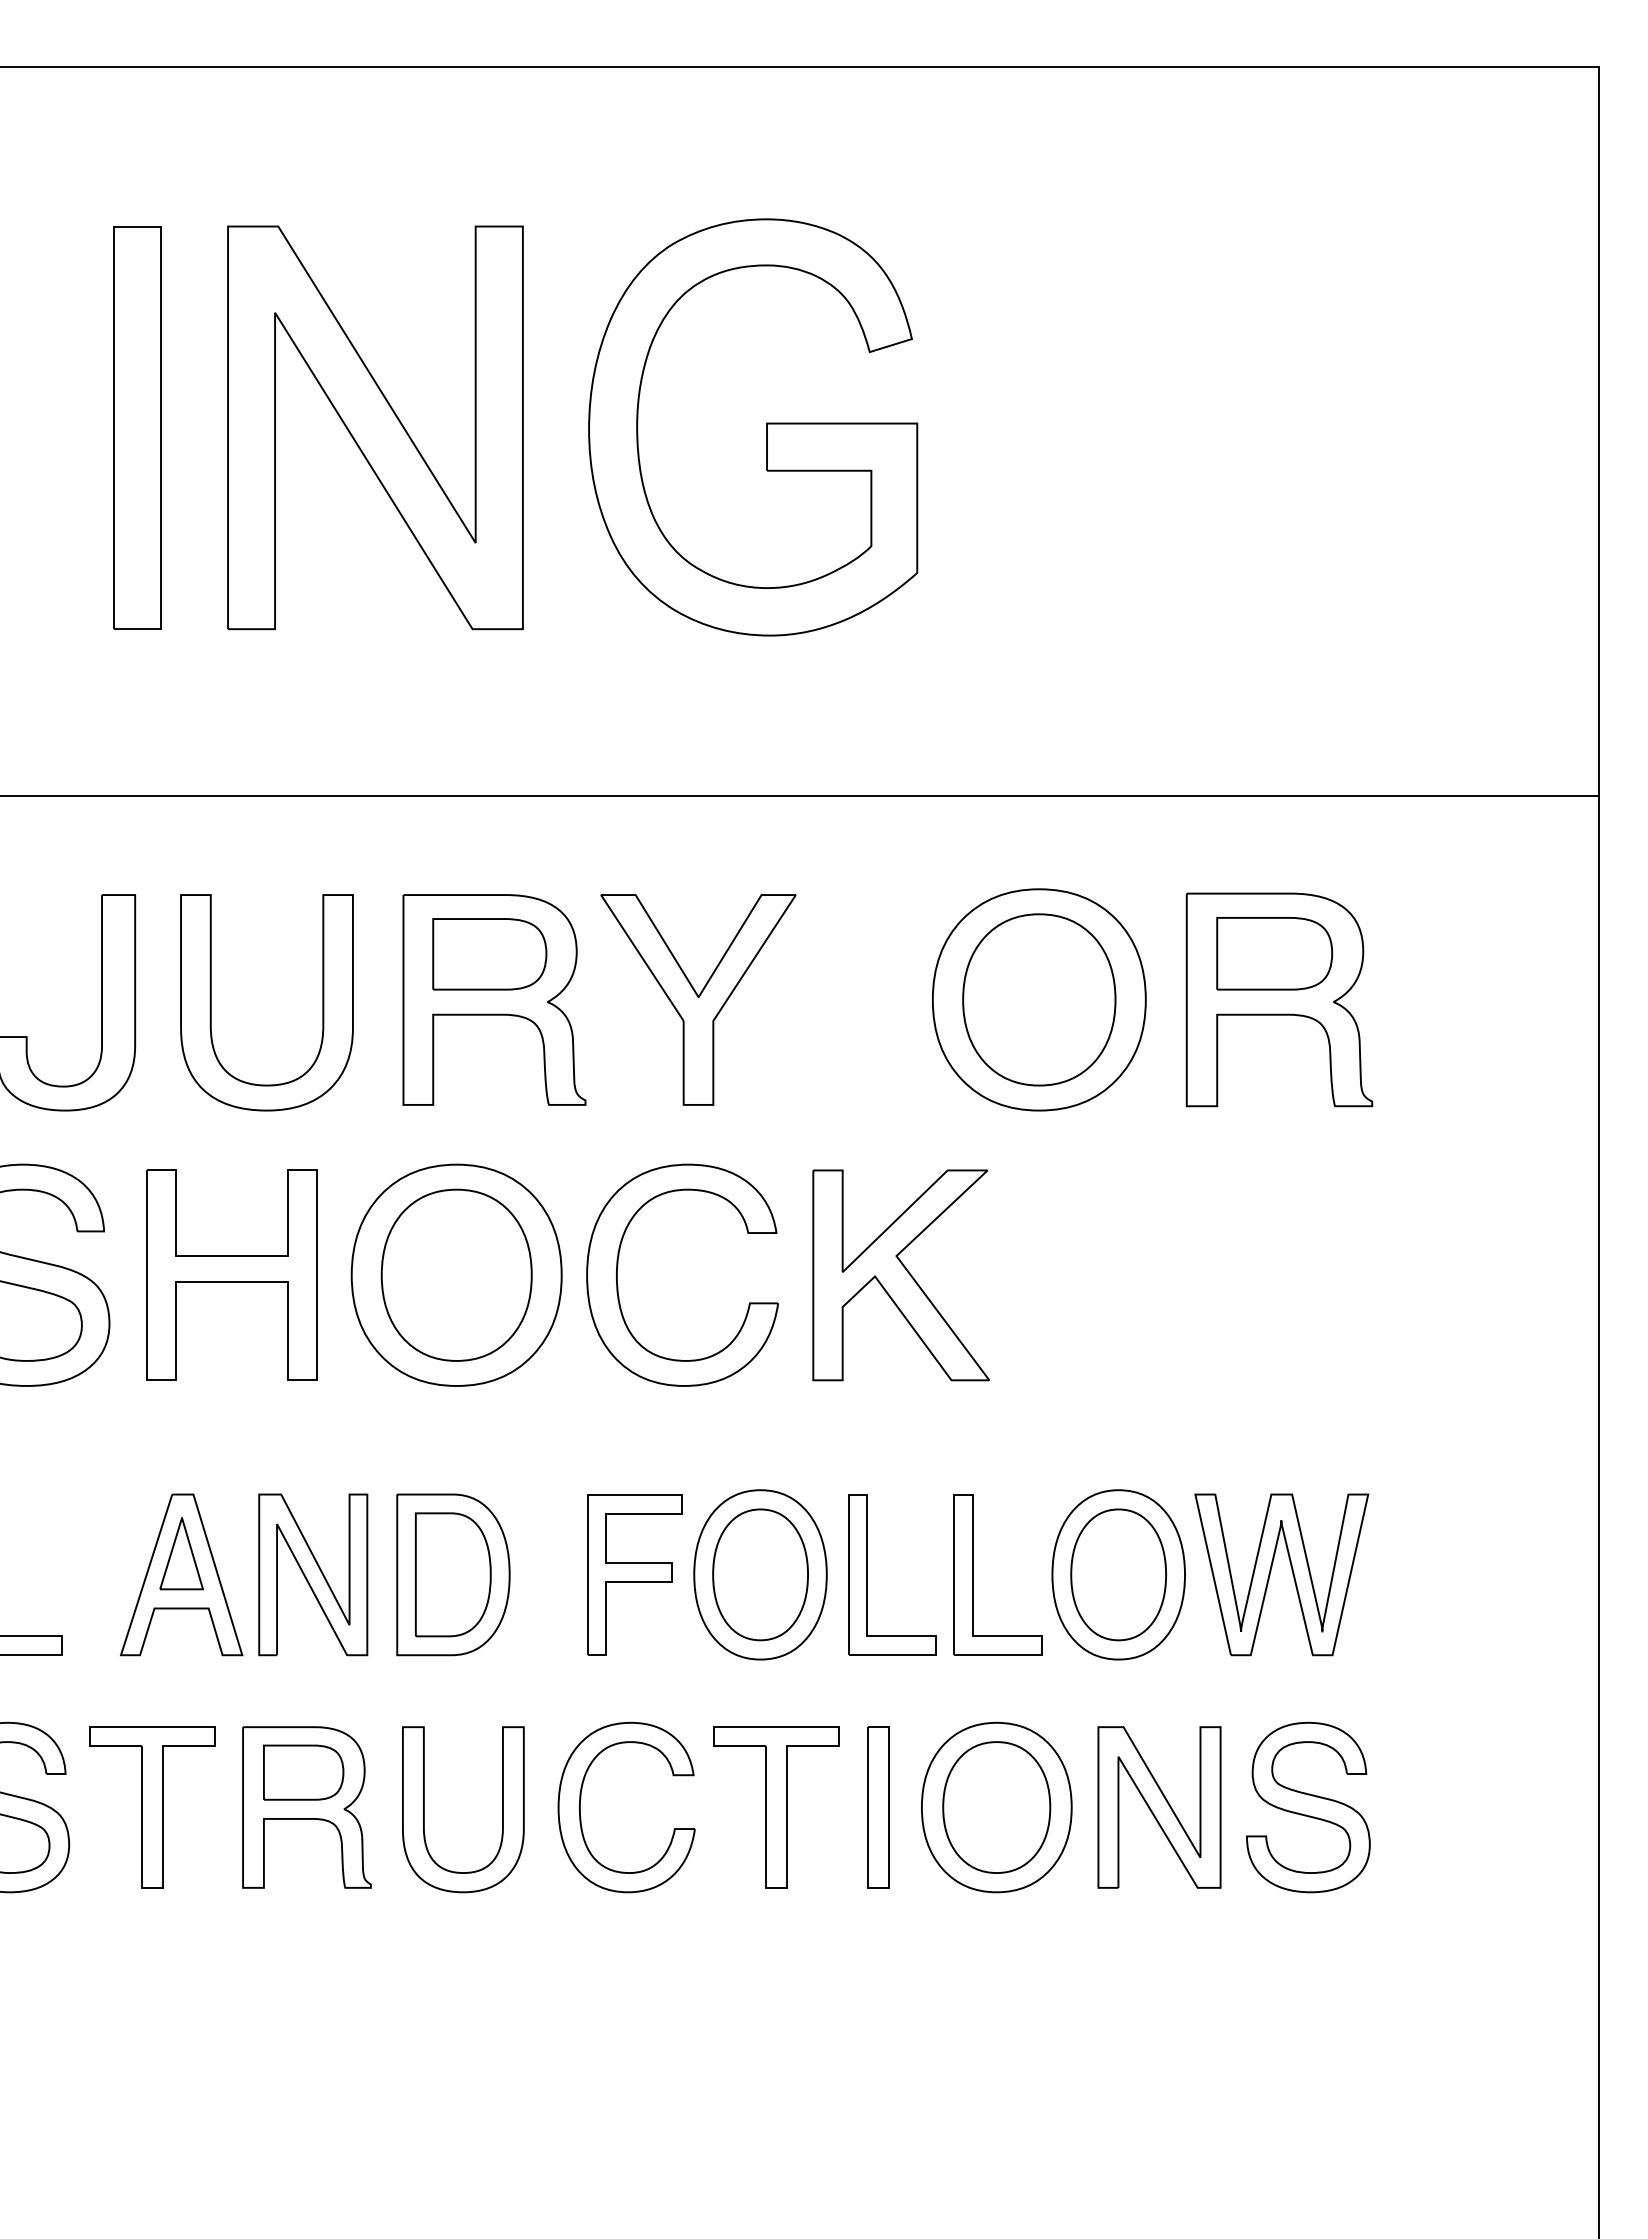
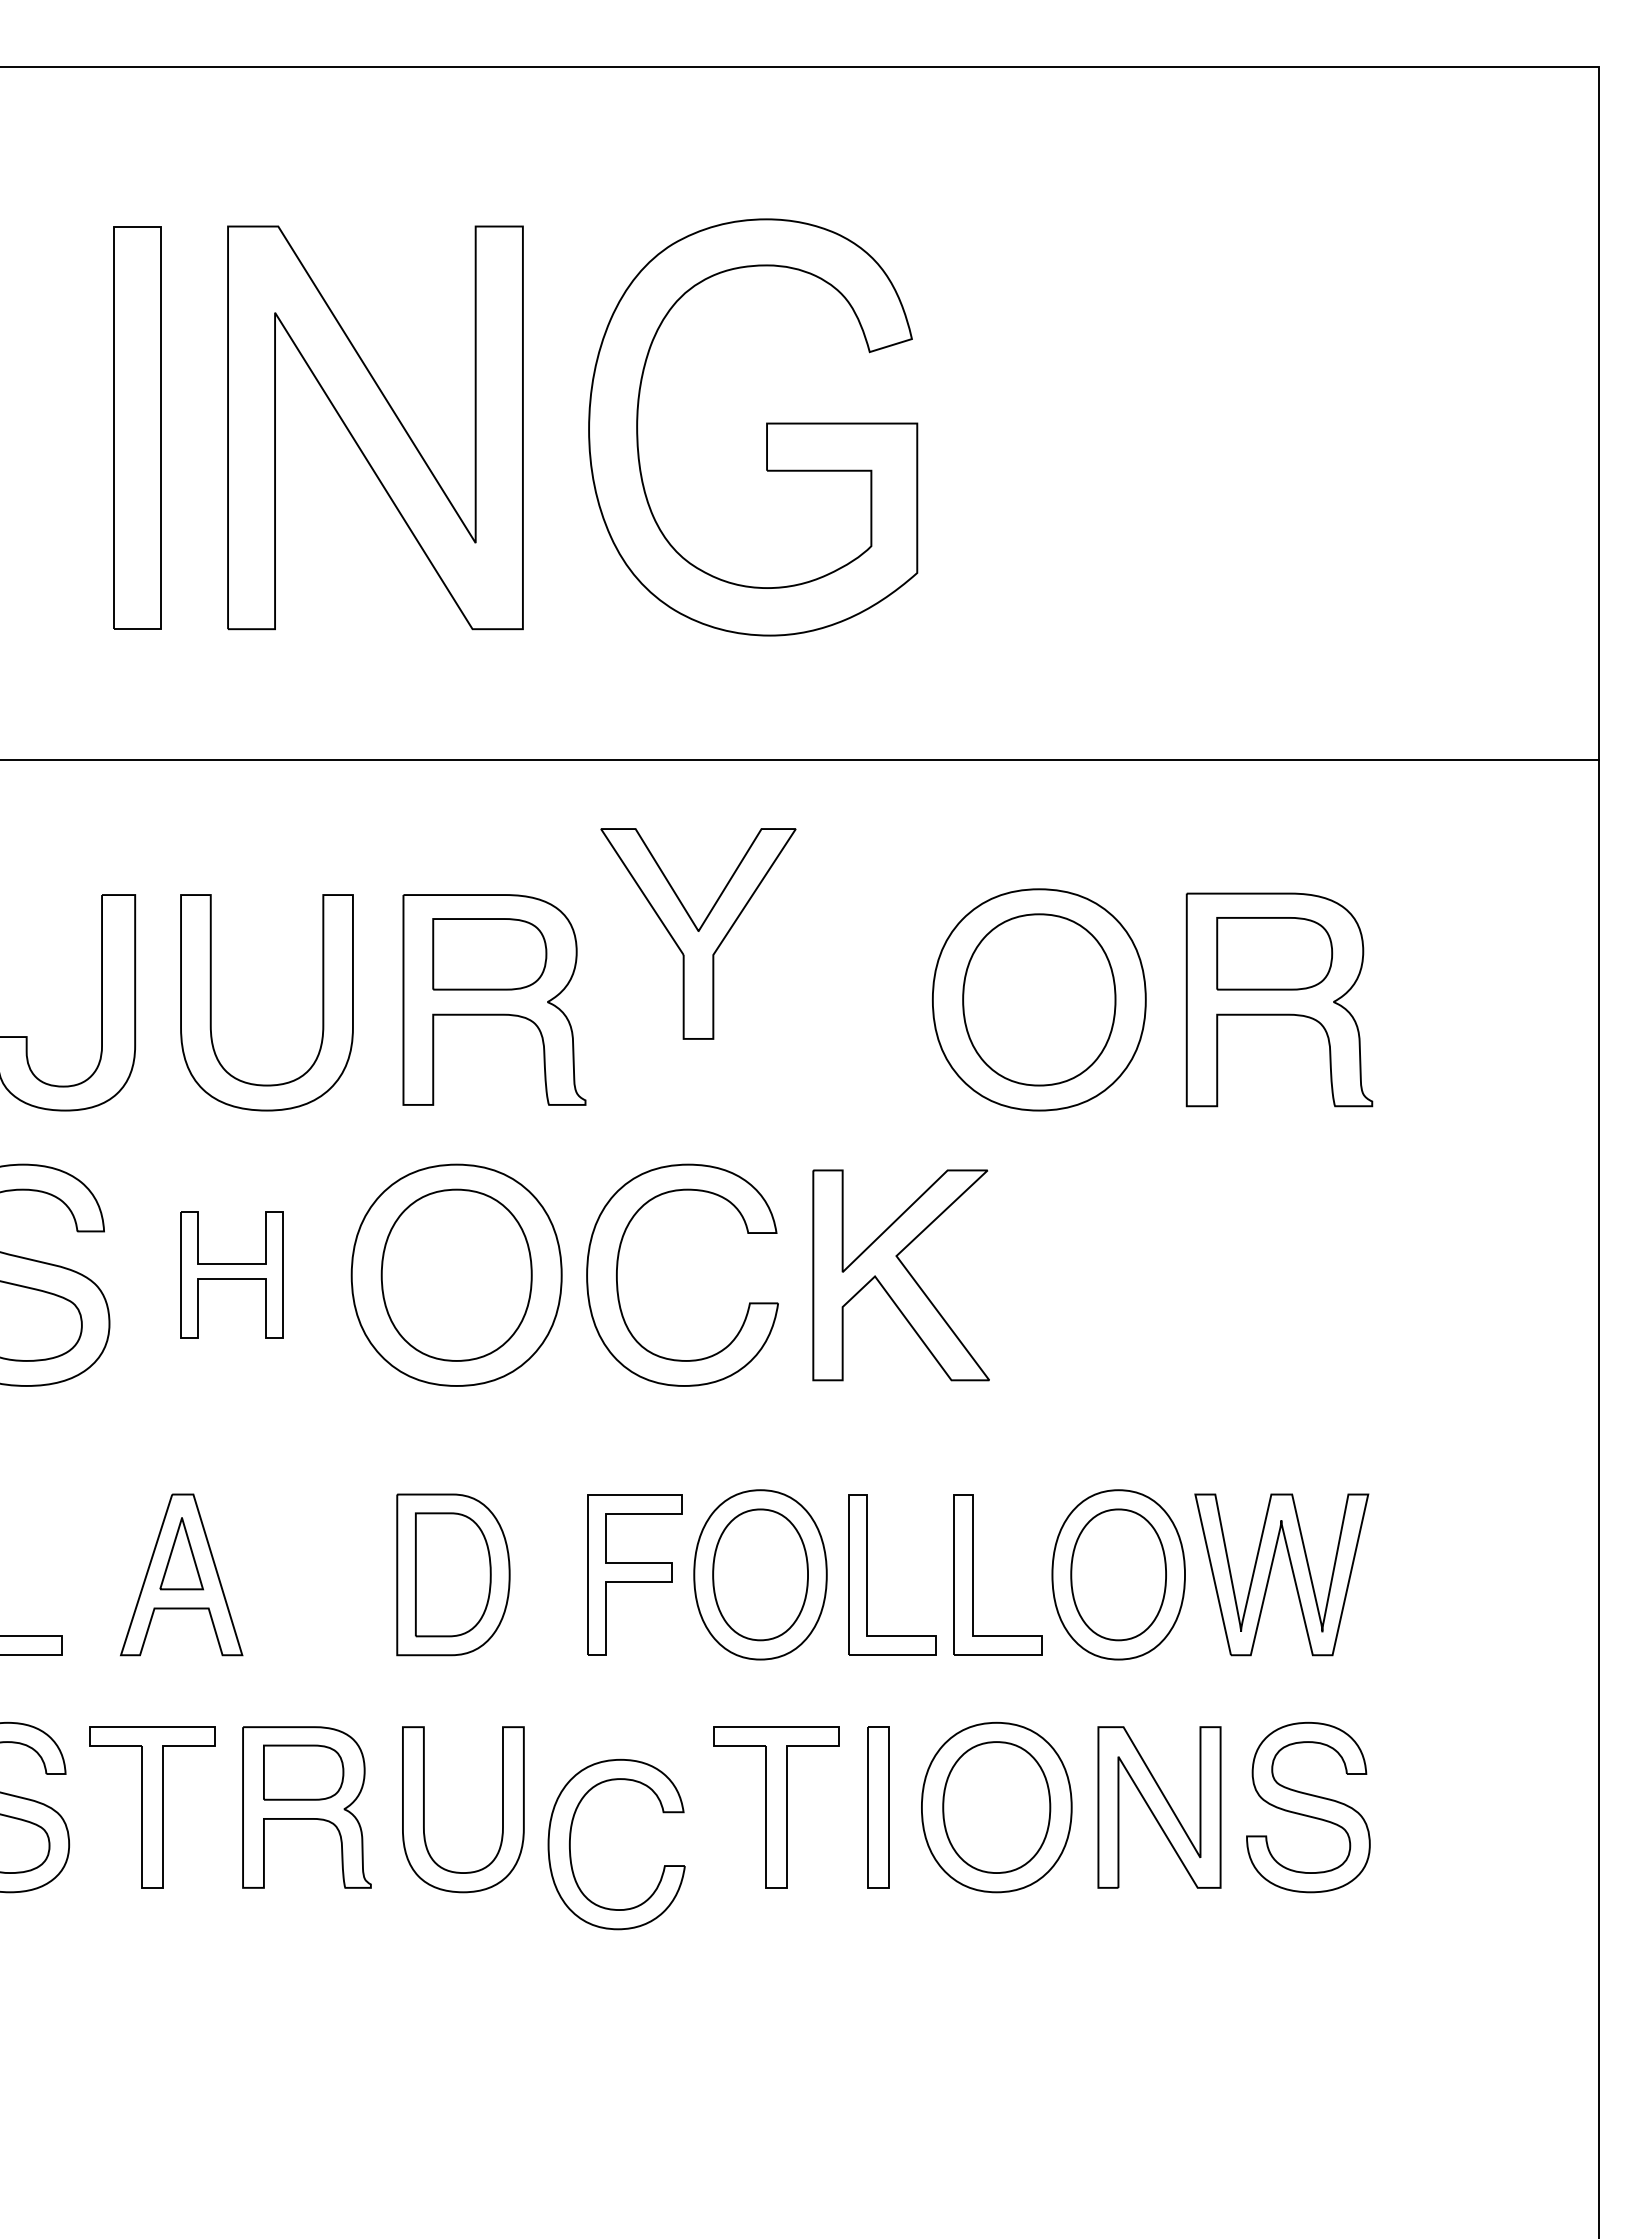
line at (800, 796) position: (800, 796) -> (800, 760)
part at (698, 999) position: (698, 999) -> (698, 933)
part at (231, 1274) size: 172x212 px -> 104x128 px
part at (313, 1574): present -> none
part at (581, 1798) position: (581, 1798) -> (571, 1835)
